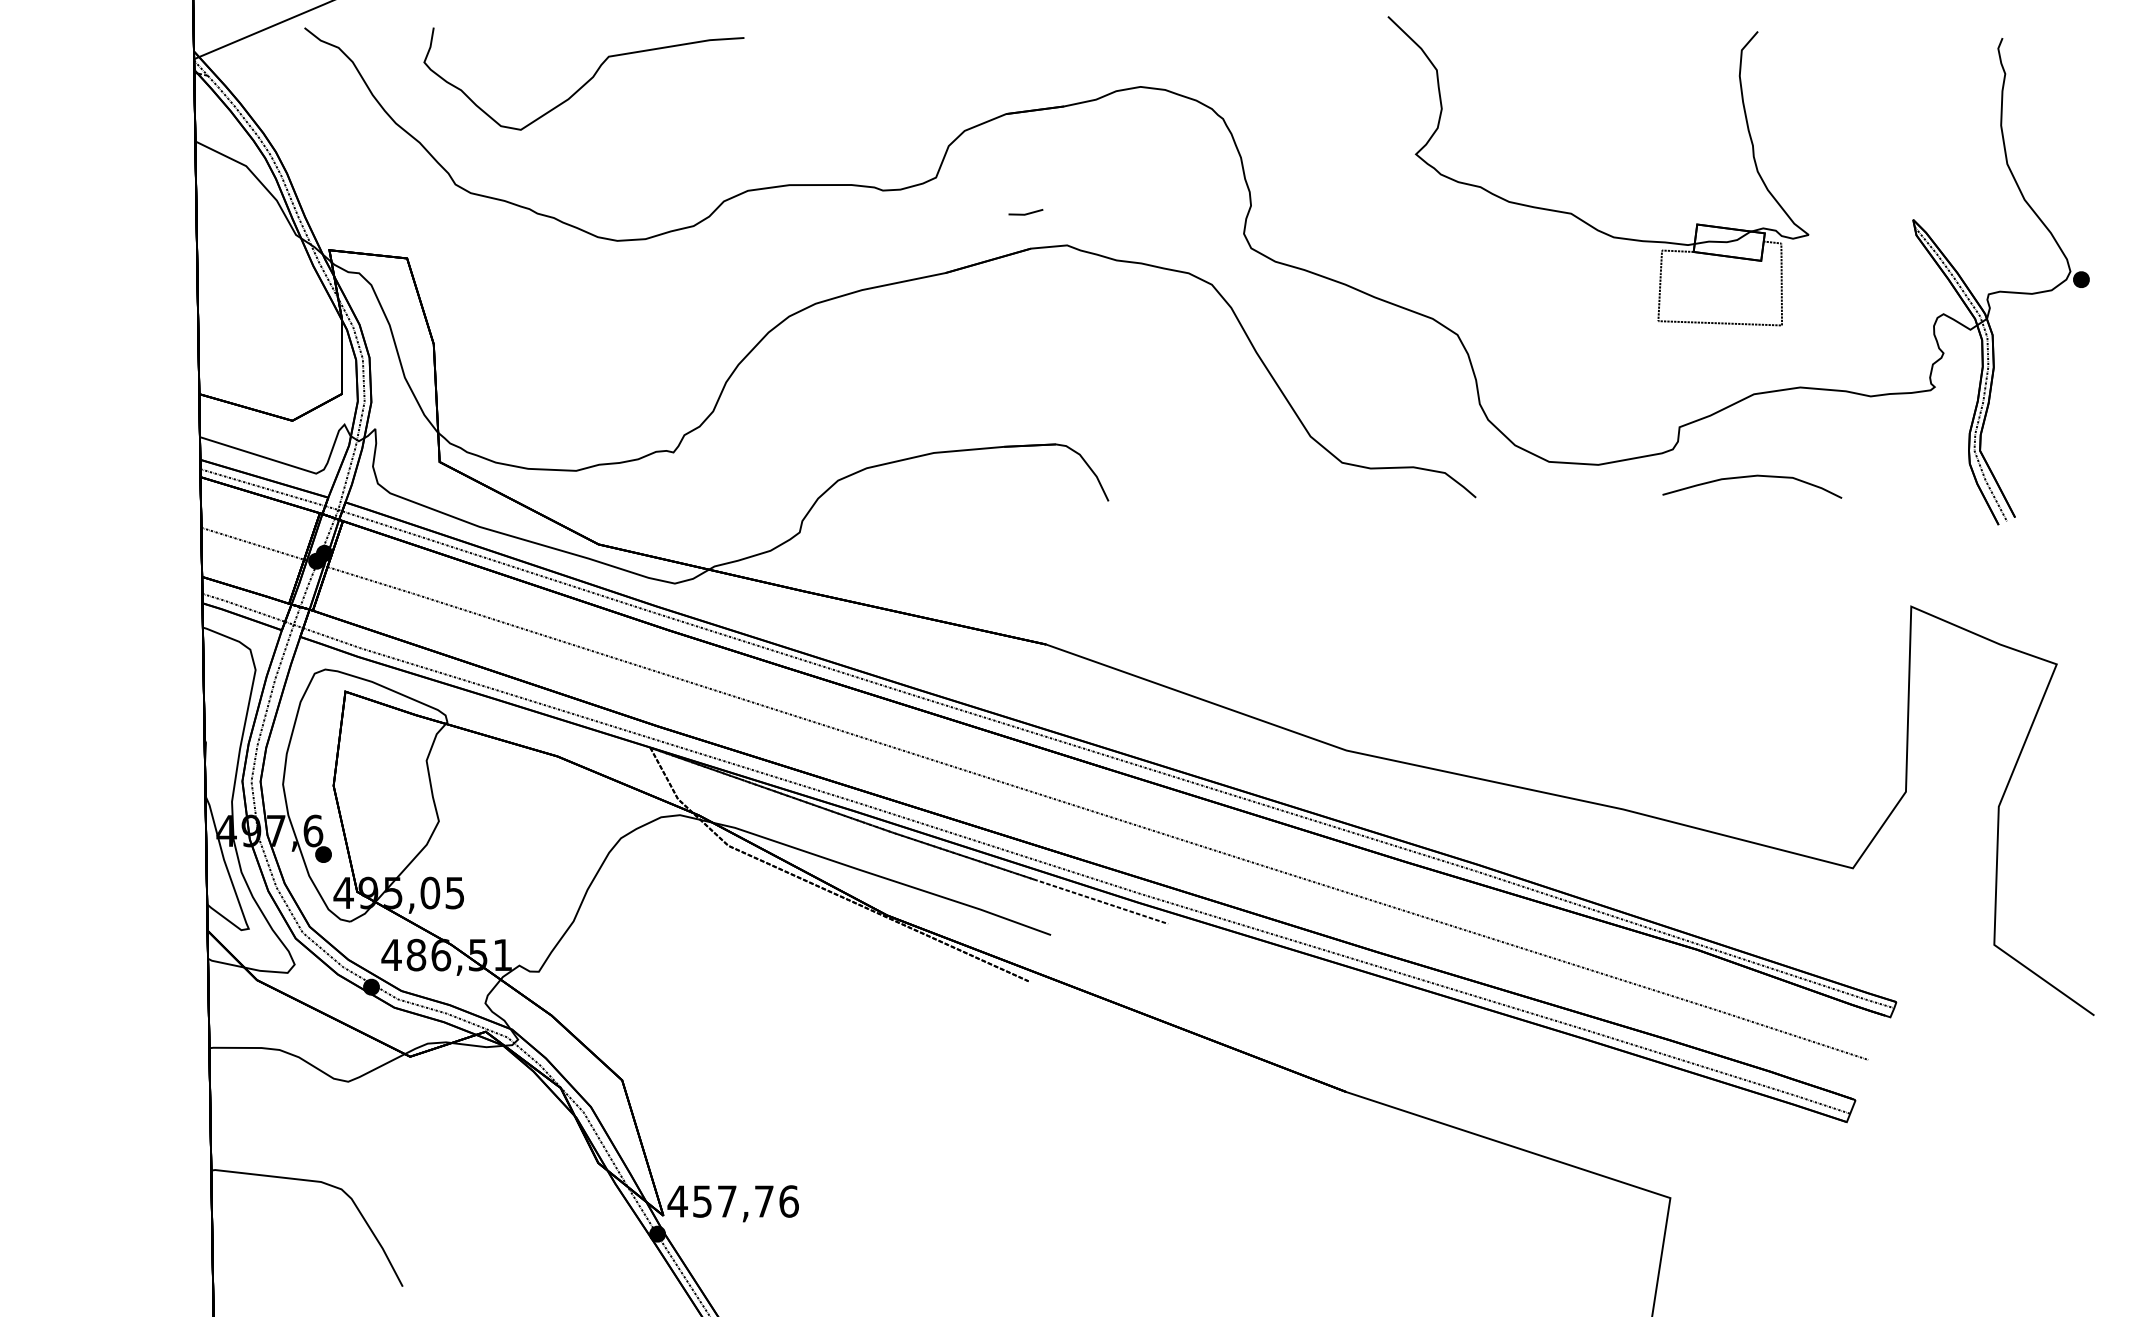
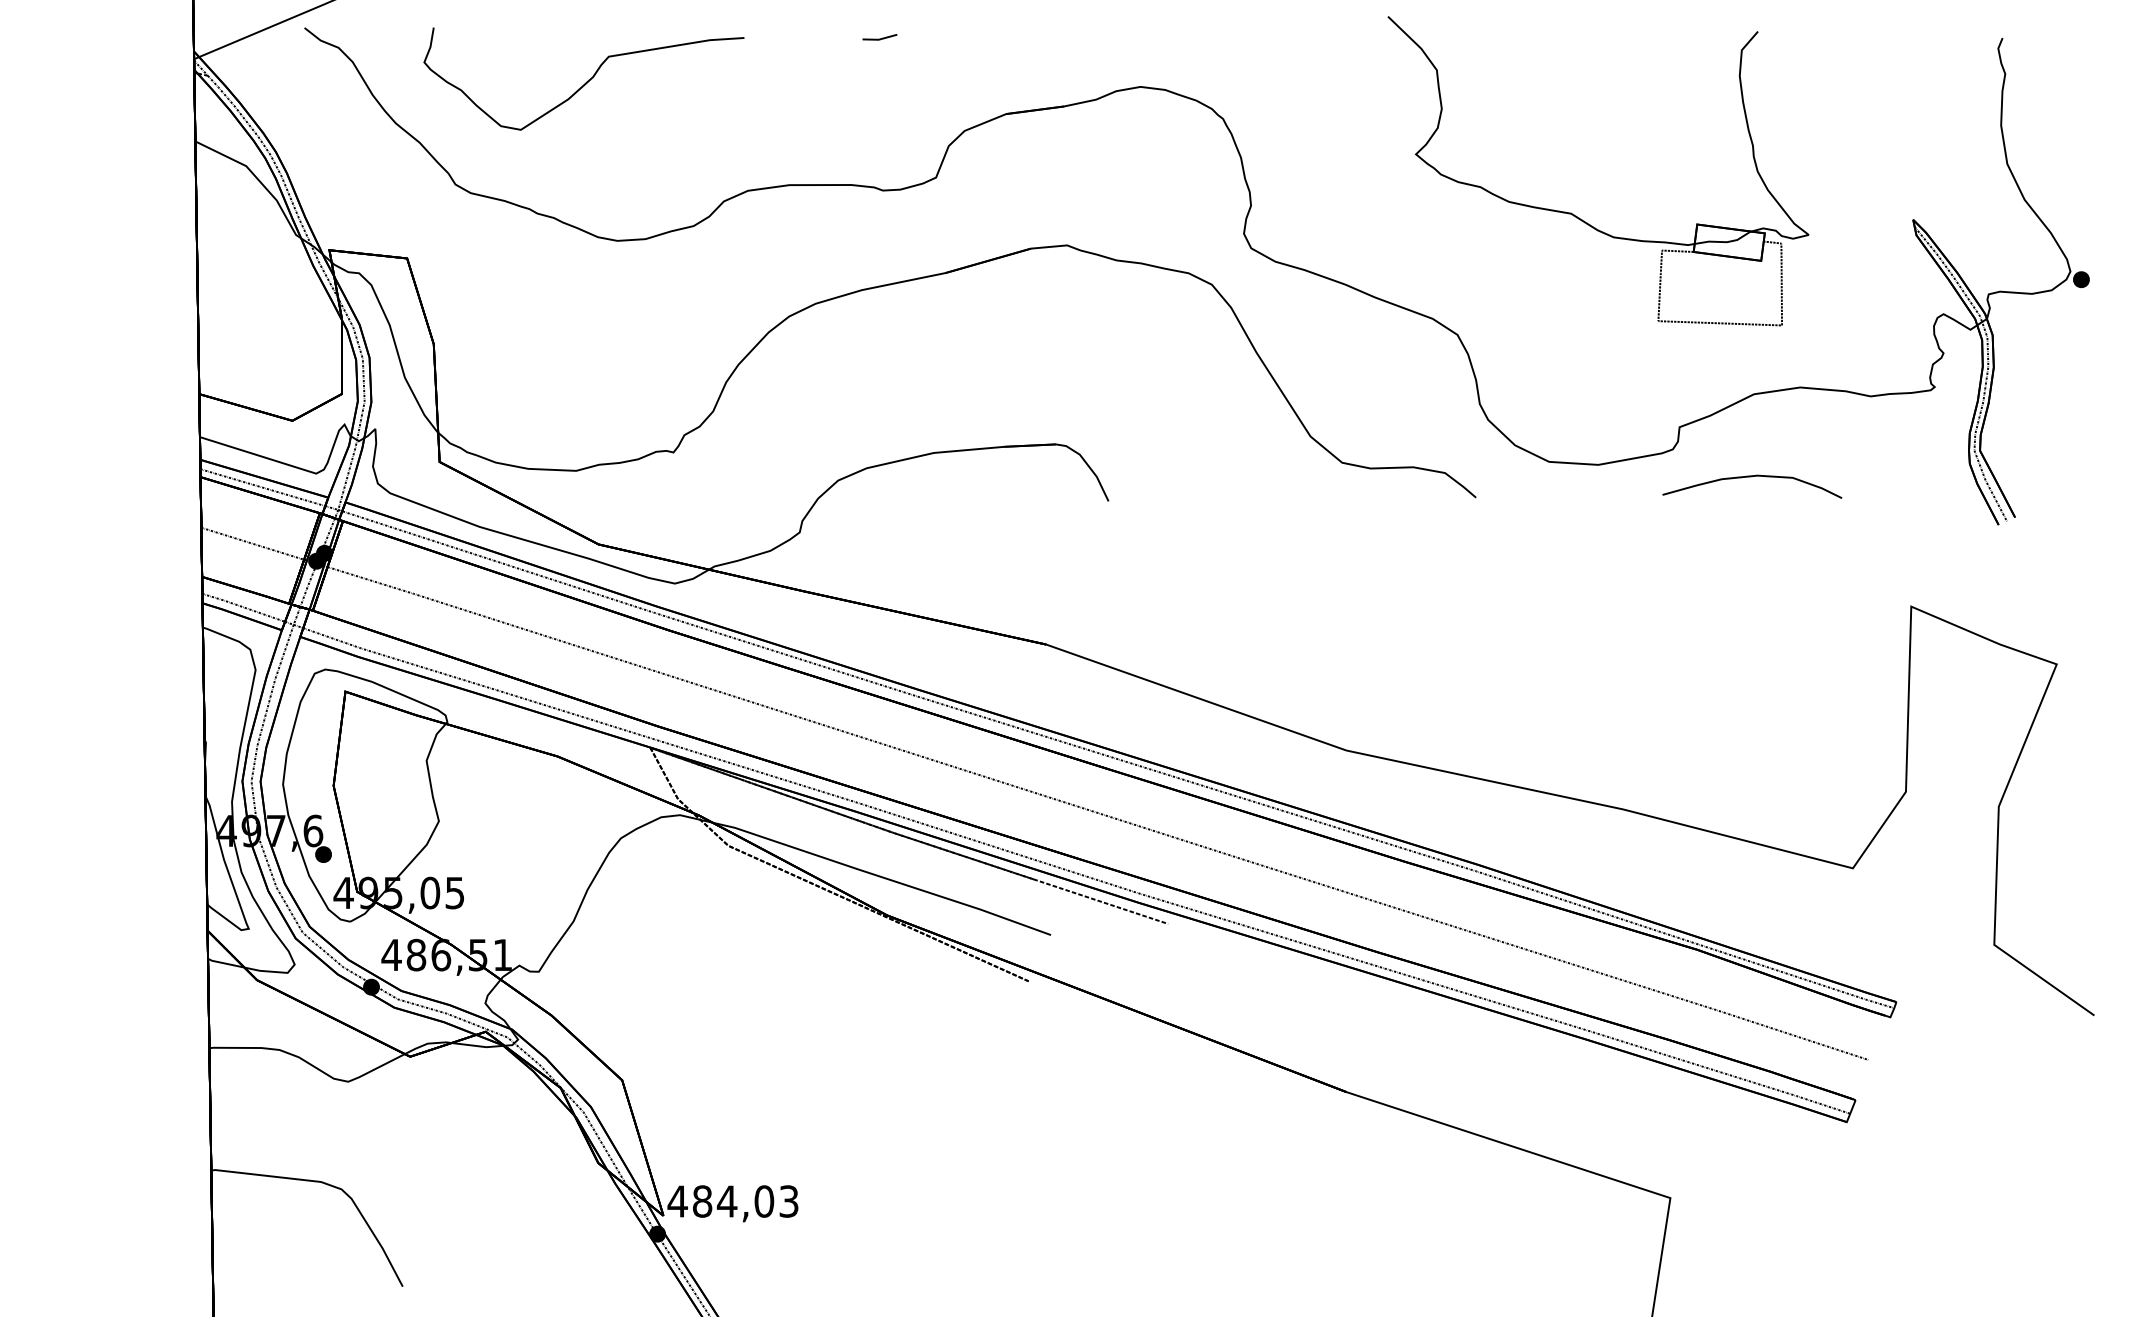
line at (1025, 213) position: (1025, 213) -> (879, 38)
text at (745, 1201): 457,76 -> 484,03
